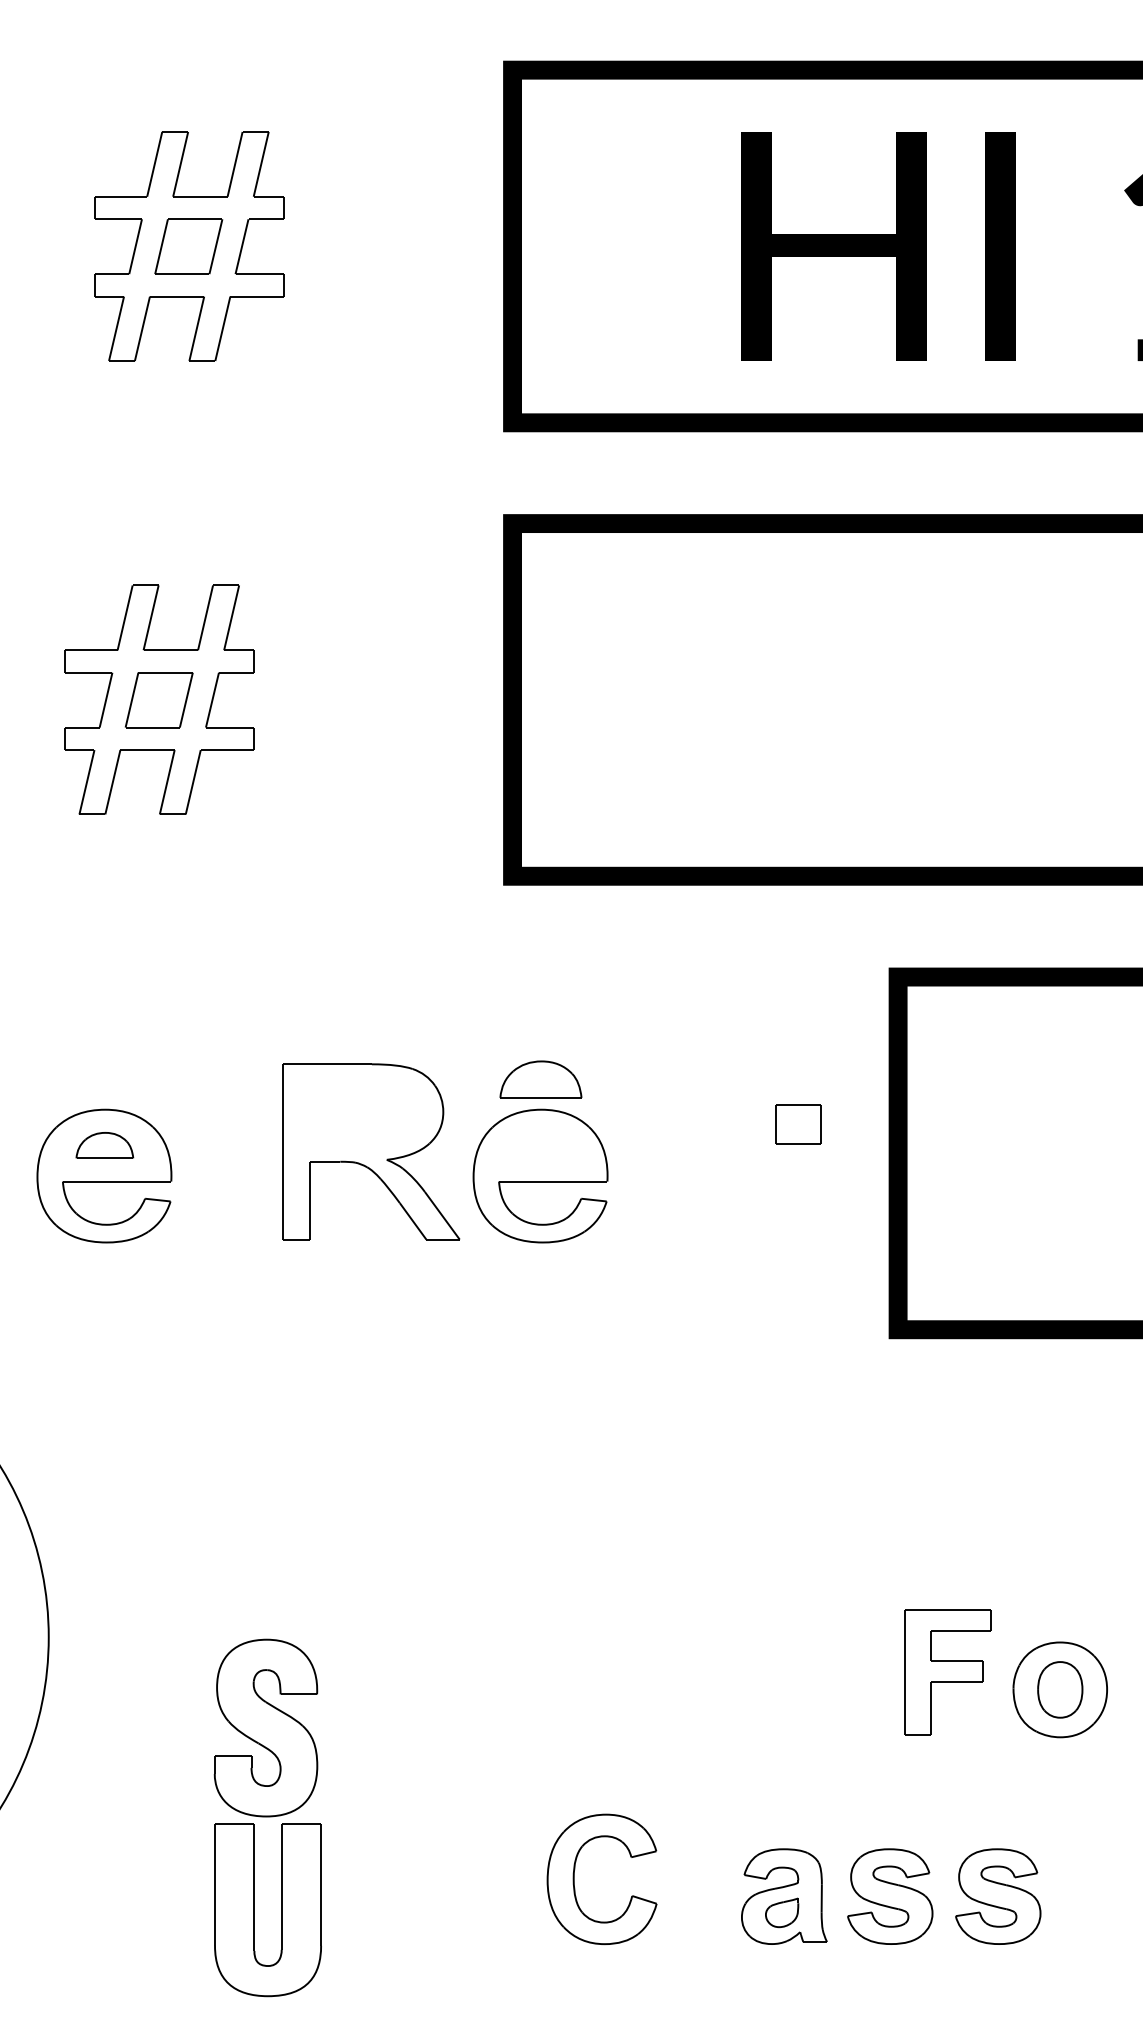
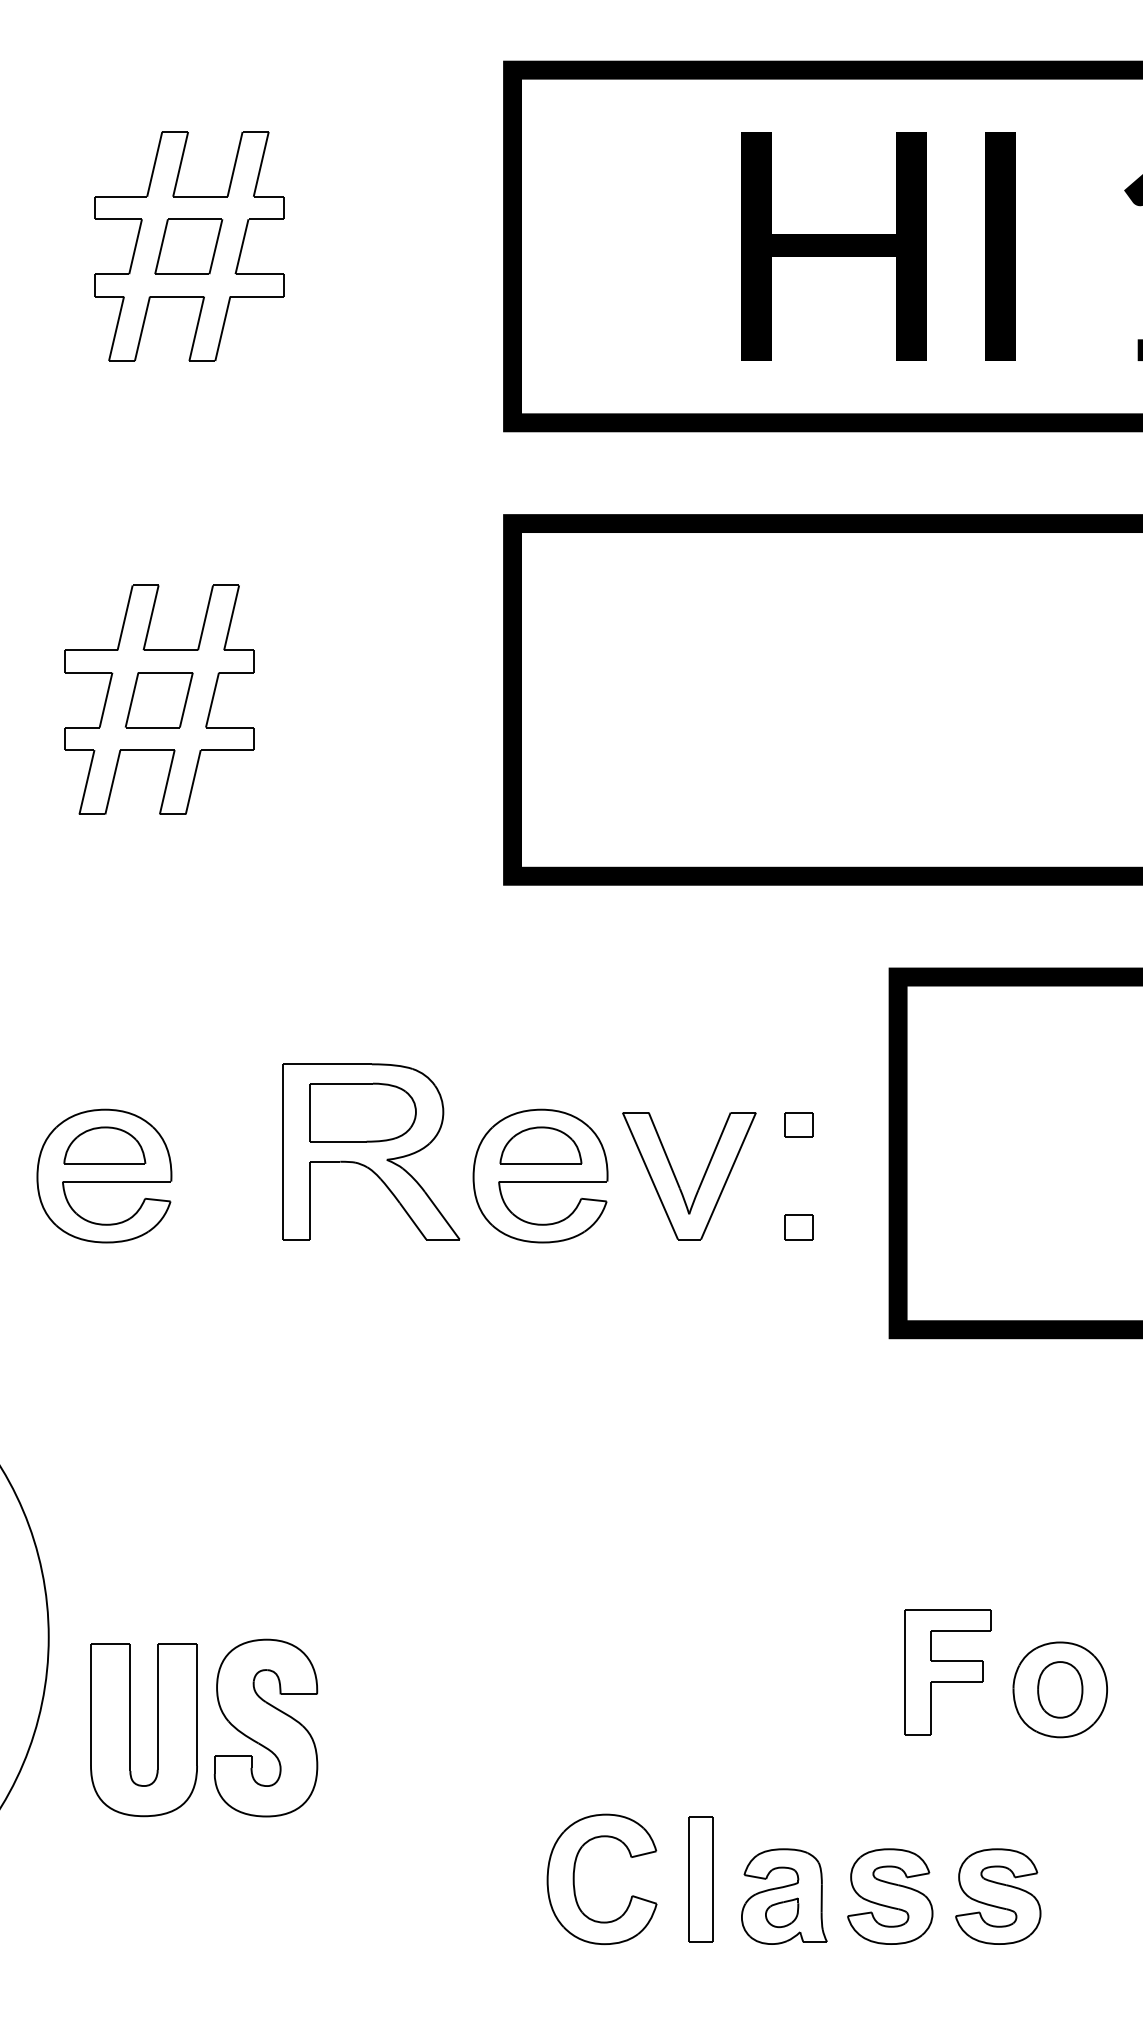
part at (540, 1079) position: (540, 1079) -> (540, 1145)
part at (362, 1112): none -> present
part at (798, 1124) size: 47x41 px -> 30x26 px
part at (104, 1145) size: 60x27 px -> 84x39 px
part at (677, 1179): none -> present
part at (798, 1227): none -> present
part at (700, 1879): none -> present
part at (254, 1910) position: (254, 1910) -> (130, 1730)
